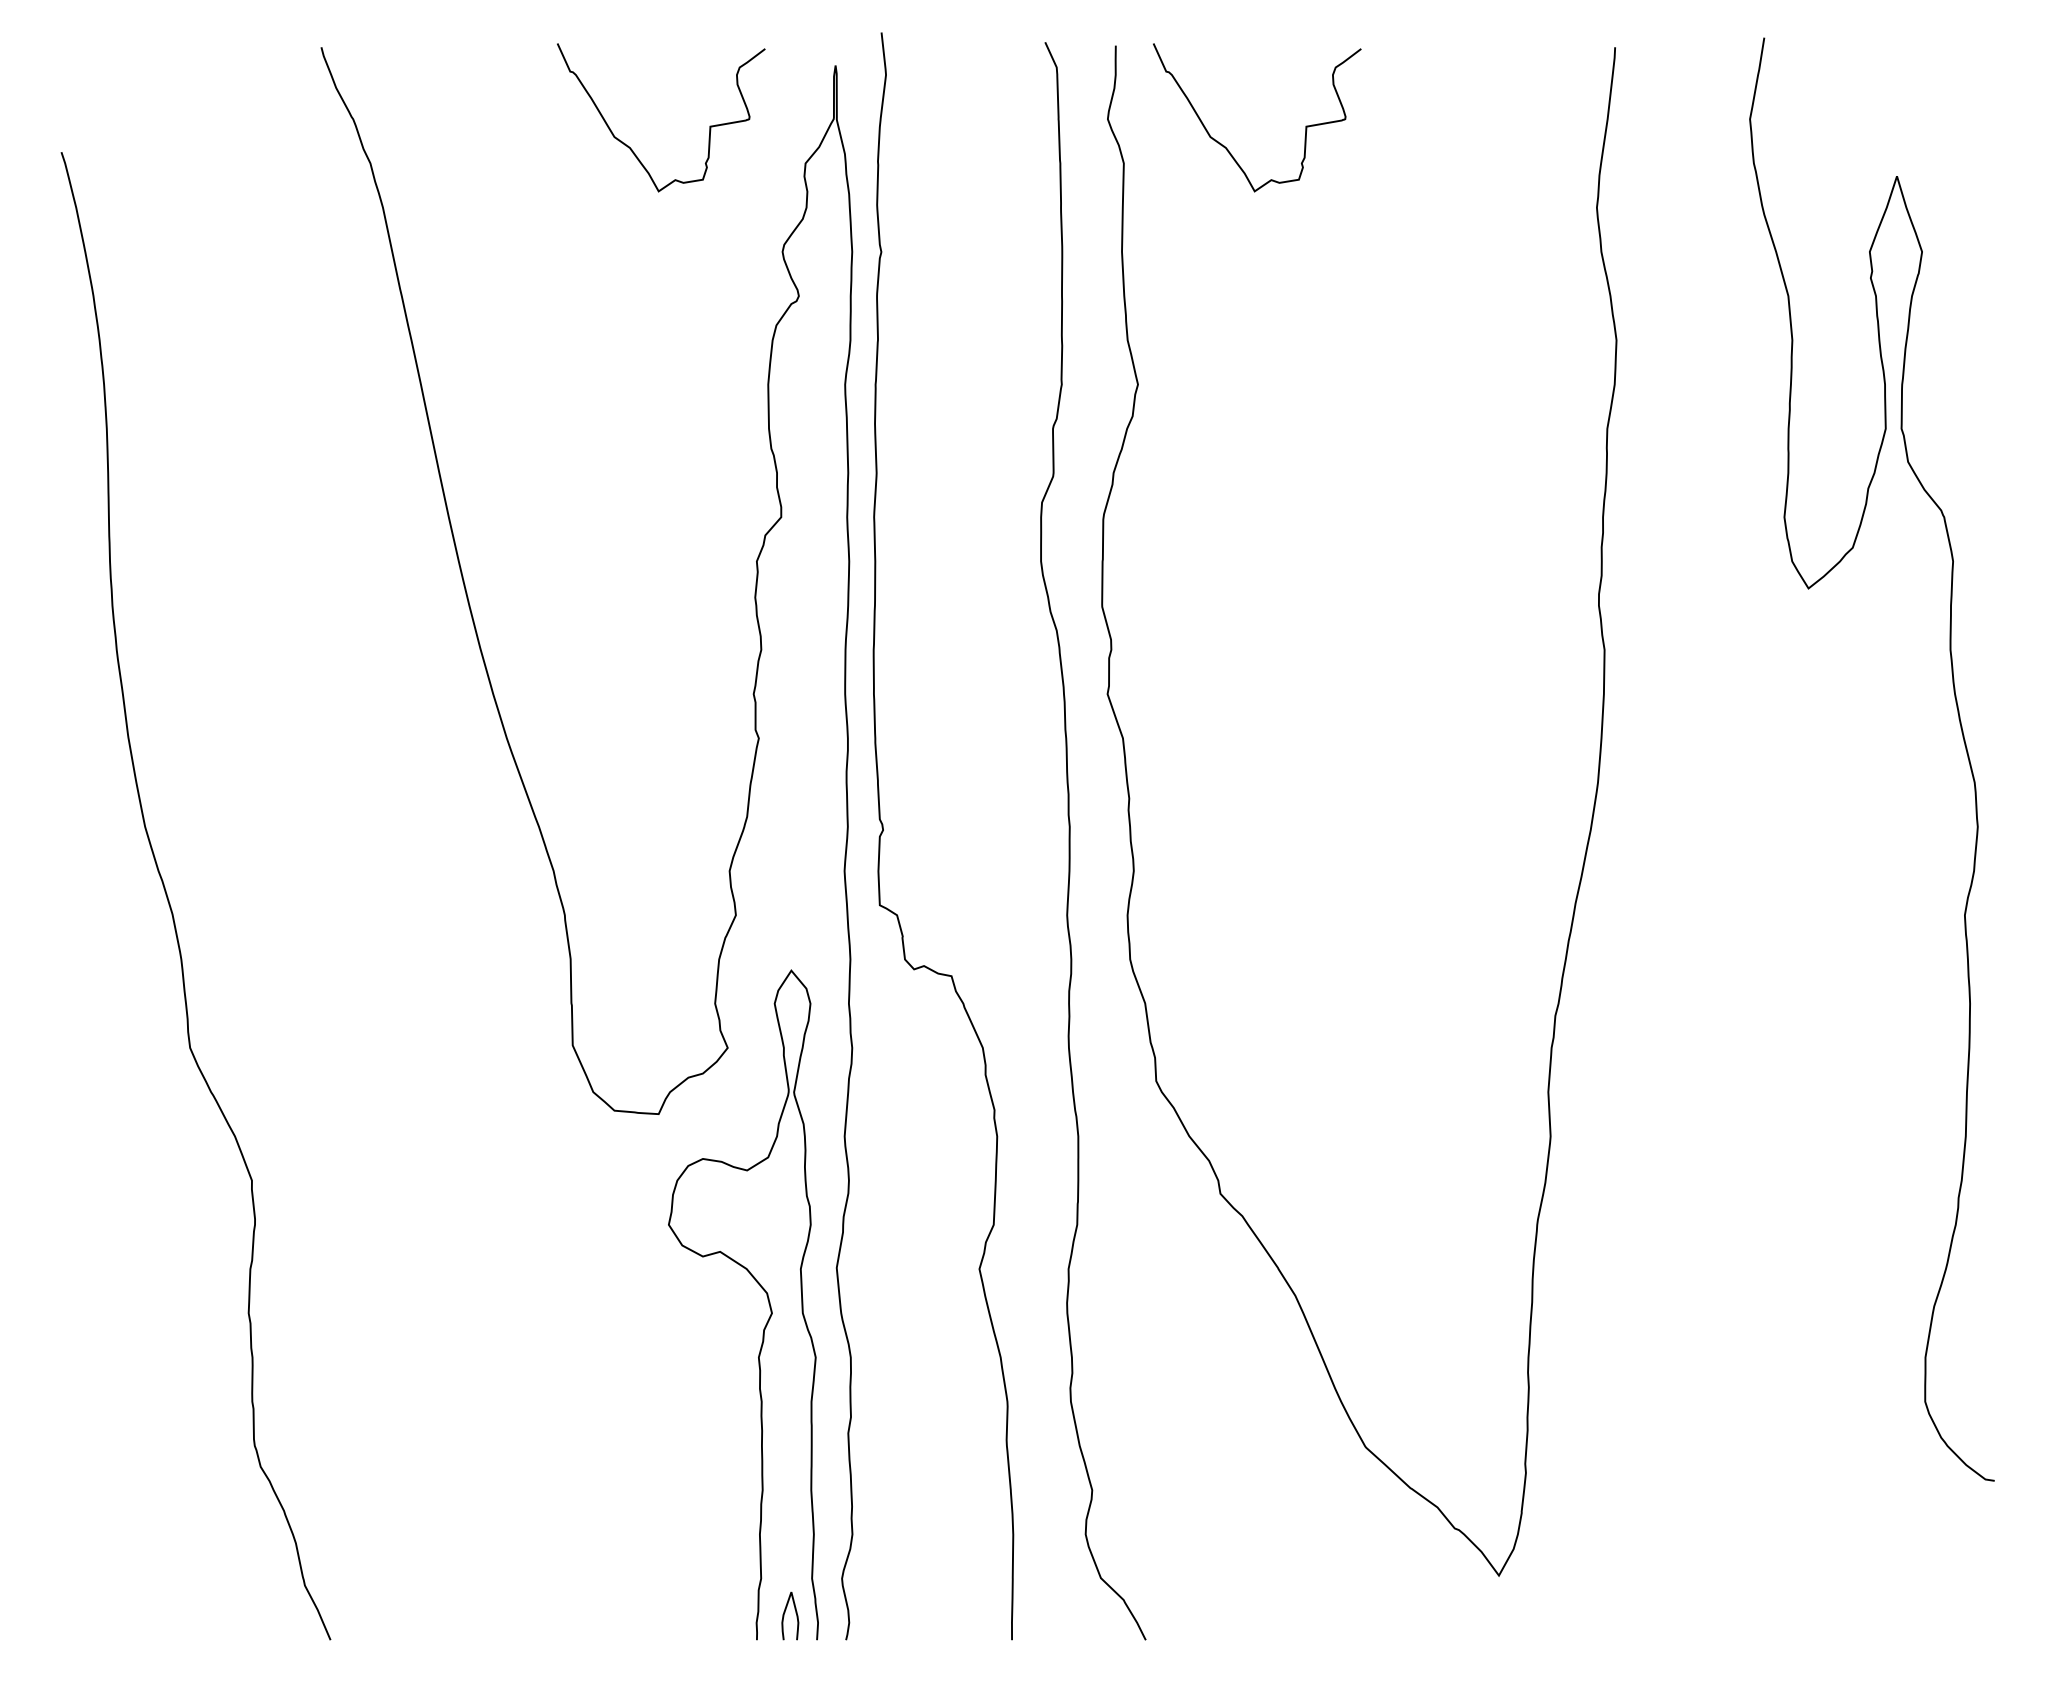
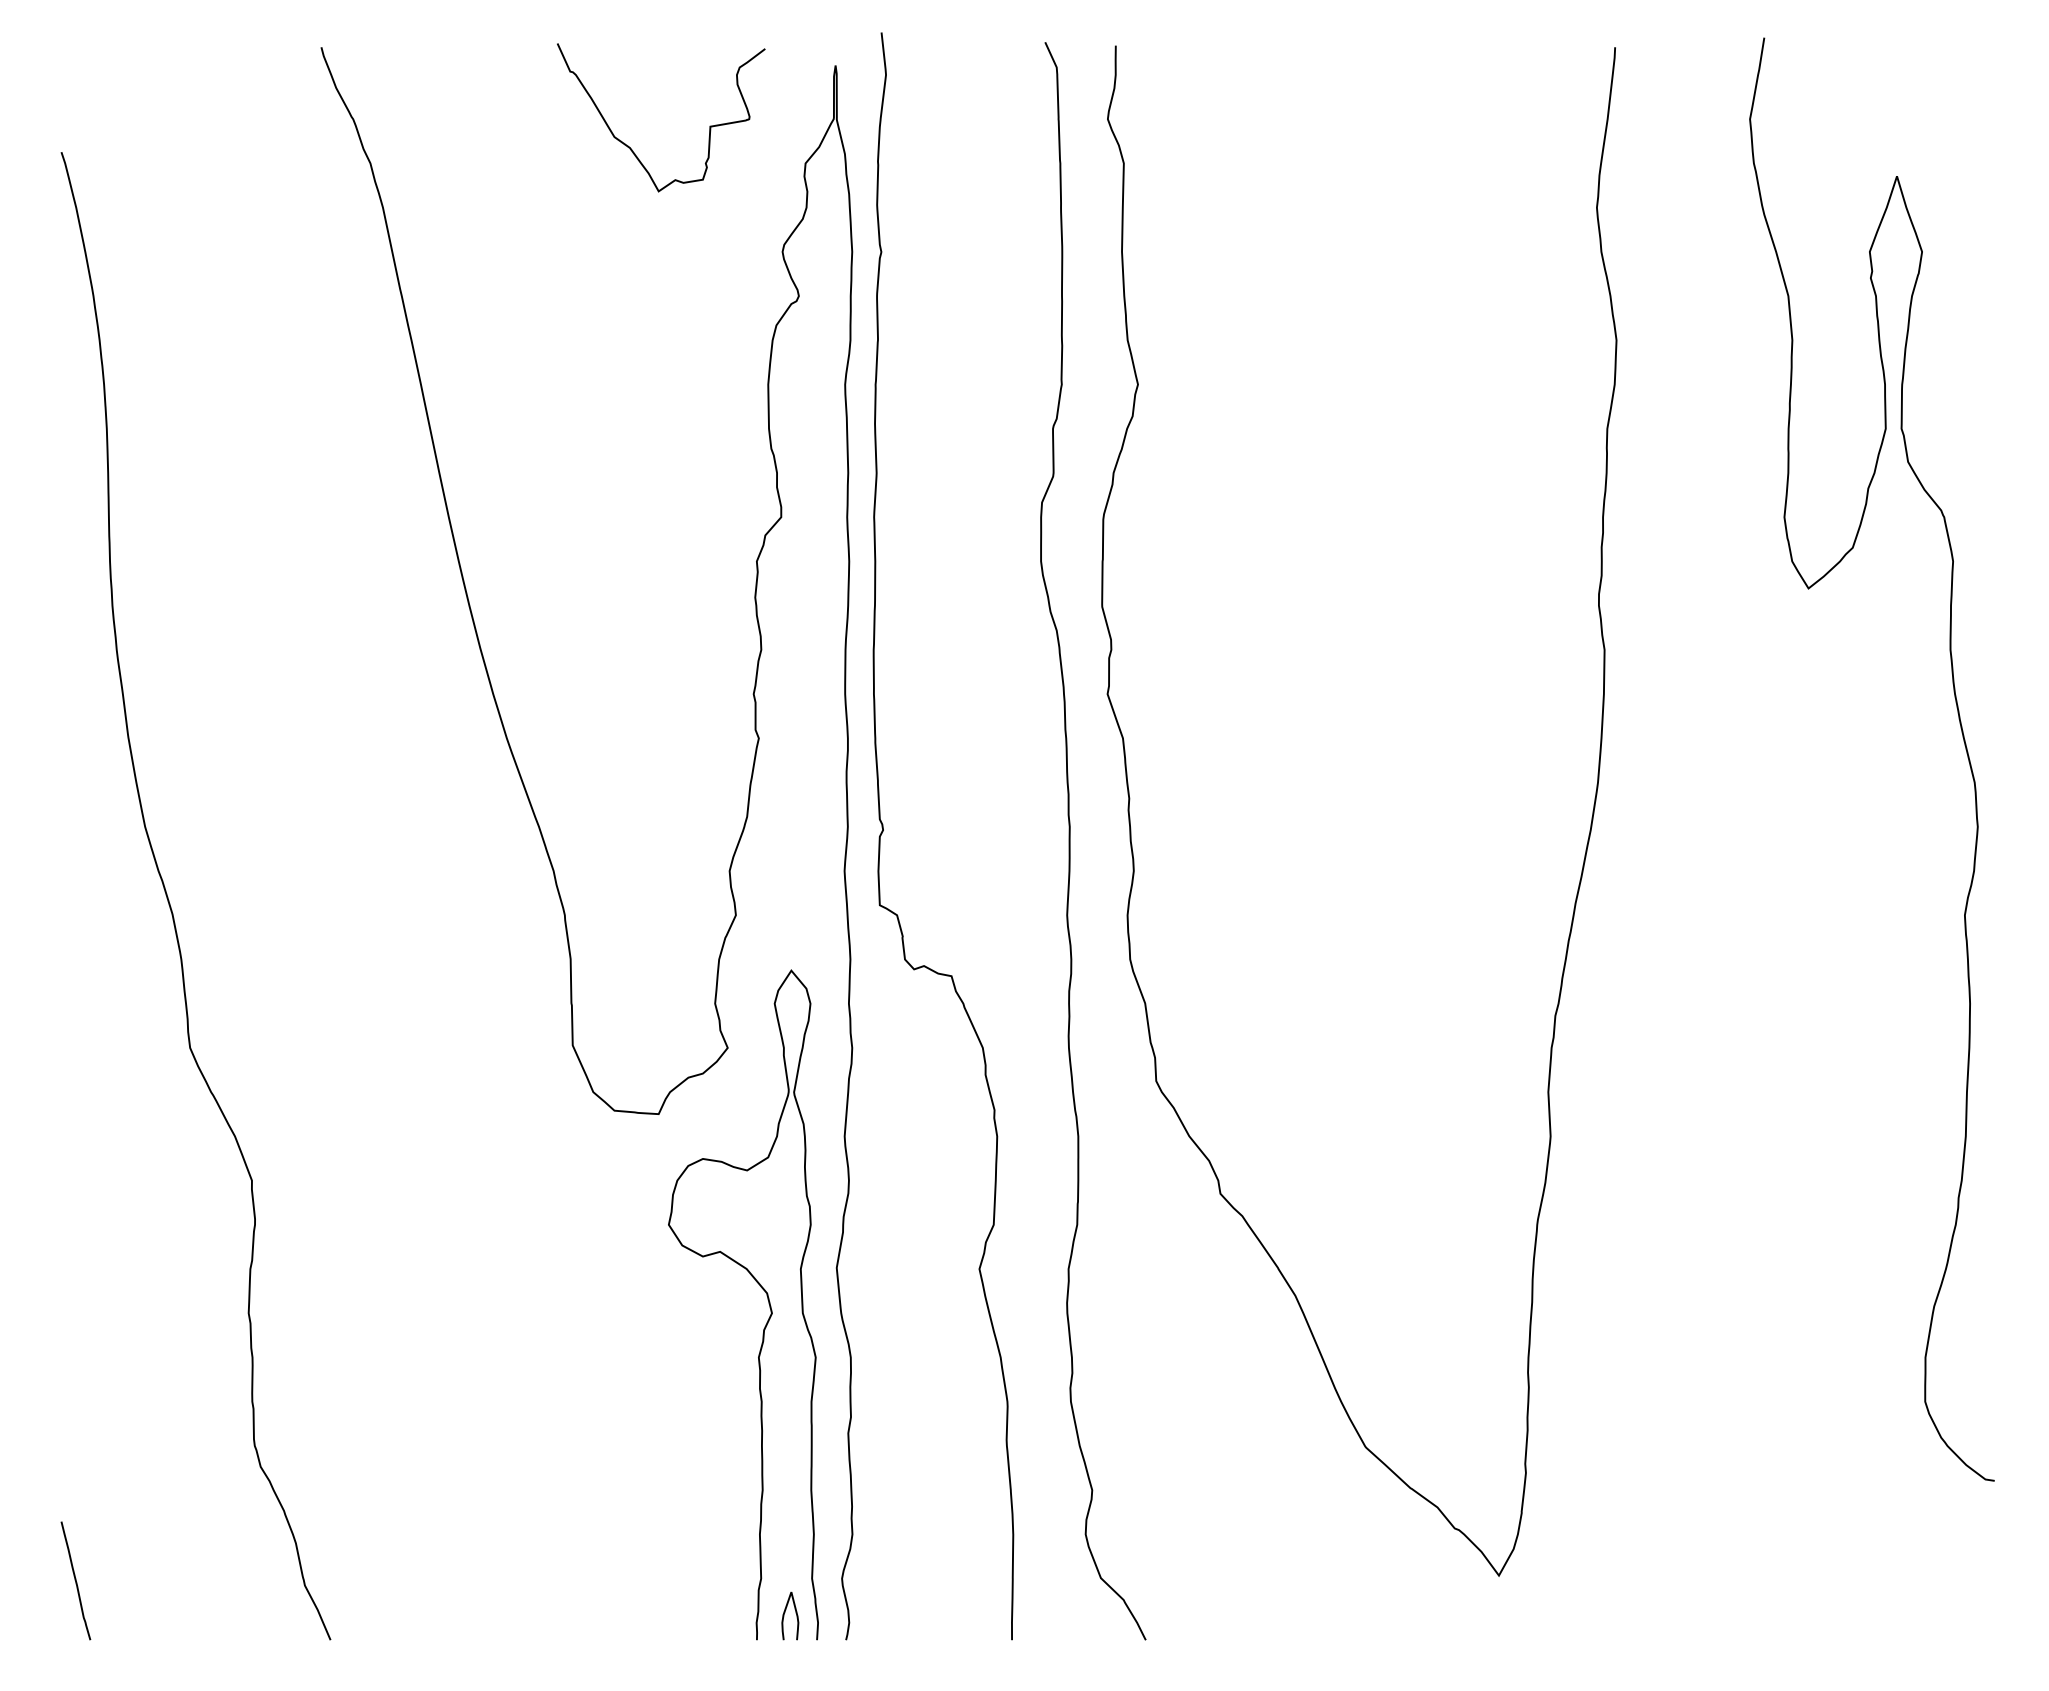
curve at (1226, 147): present -> none
curve at (75, 1580): none -> present
